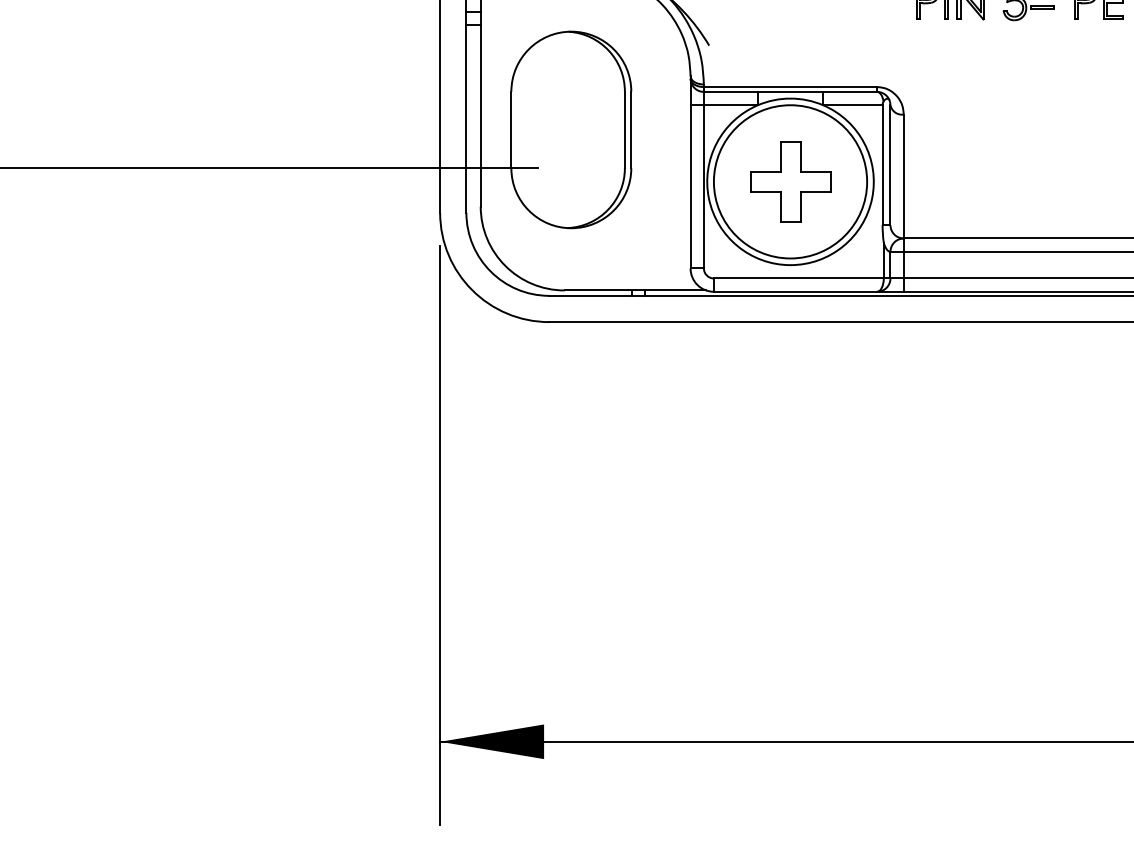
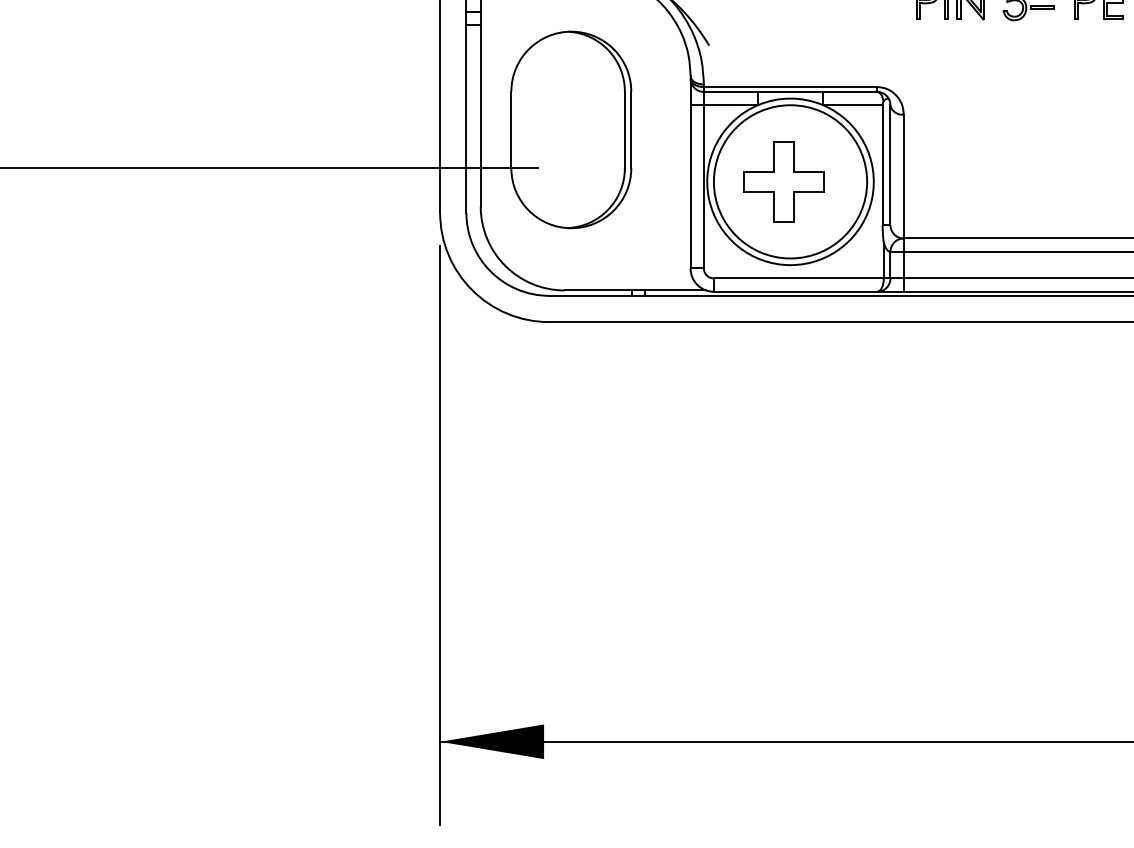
part at (790, 181) position: (790, 181) -> (783, 181)
